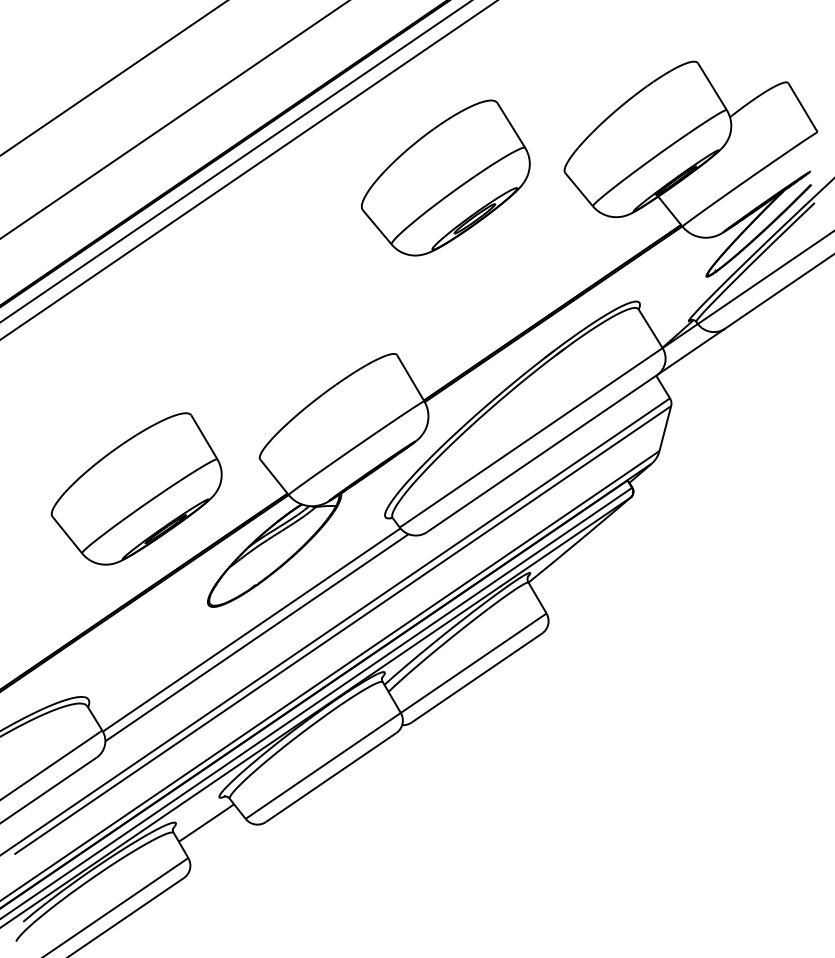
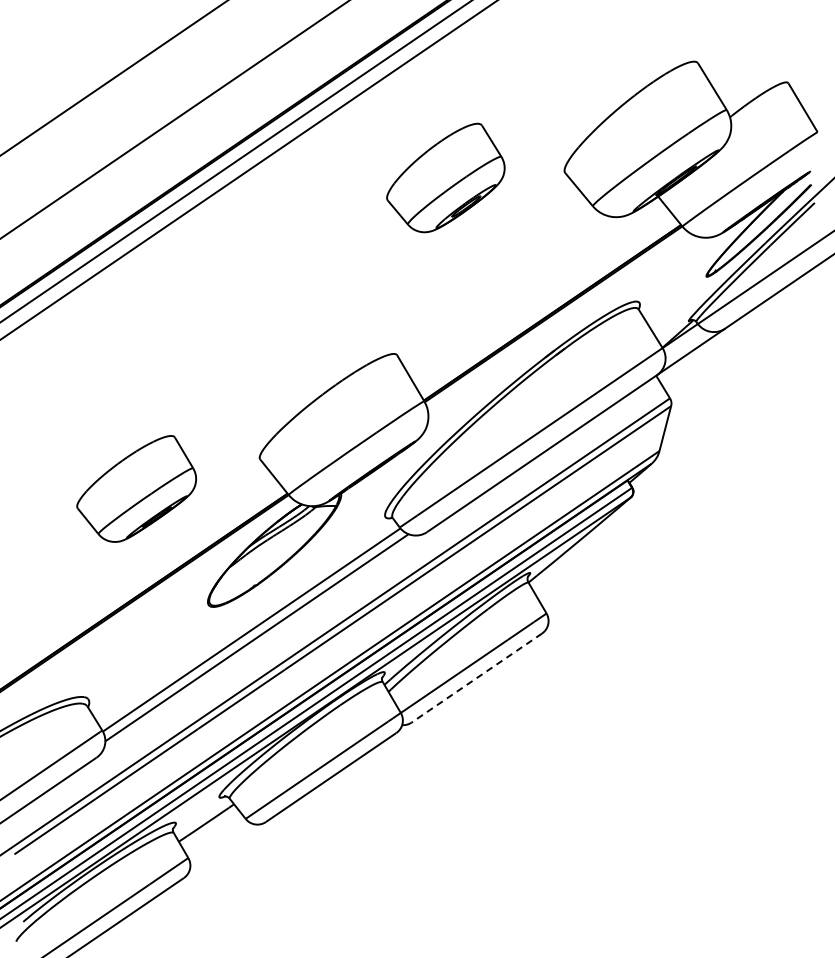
part at (445, 177) size: 170x158 px -> 120x112 px
part at (136, 488) size: 173x154 px -> 121x108 px
line at (476, 678): solid -> dashed
